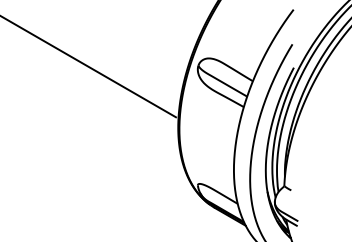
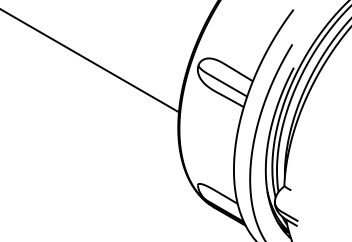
line at (89, 67) position: (89, 67) -> (90, 61)
